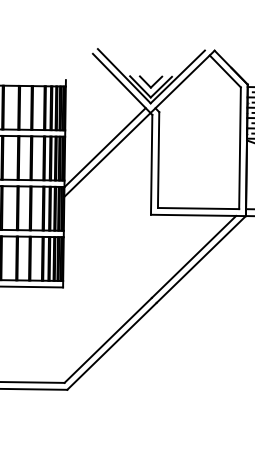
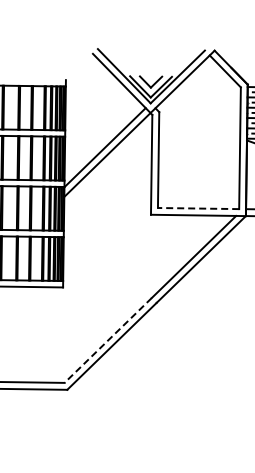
line at (198, 208): solid -> dashed
line at (108, 340): solid -> dashed
